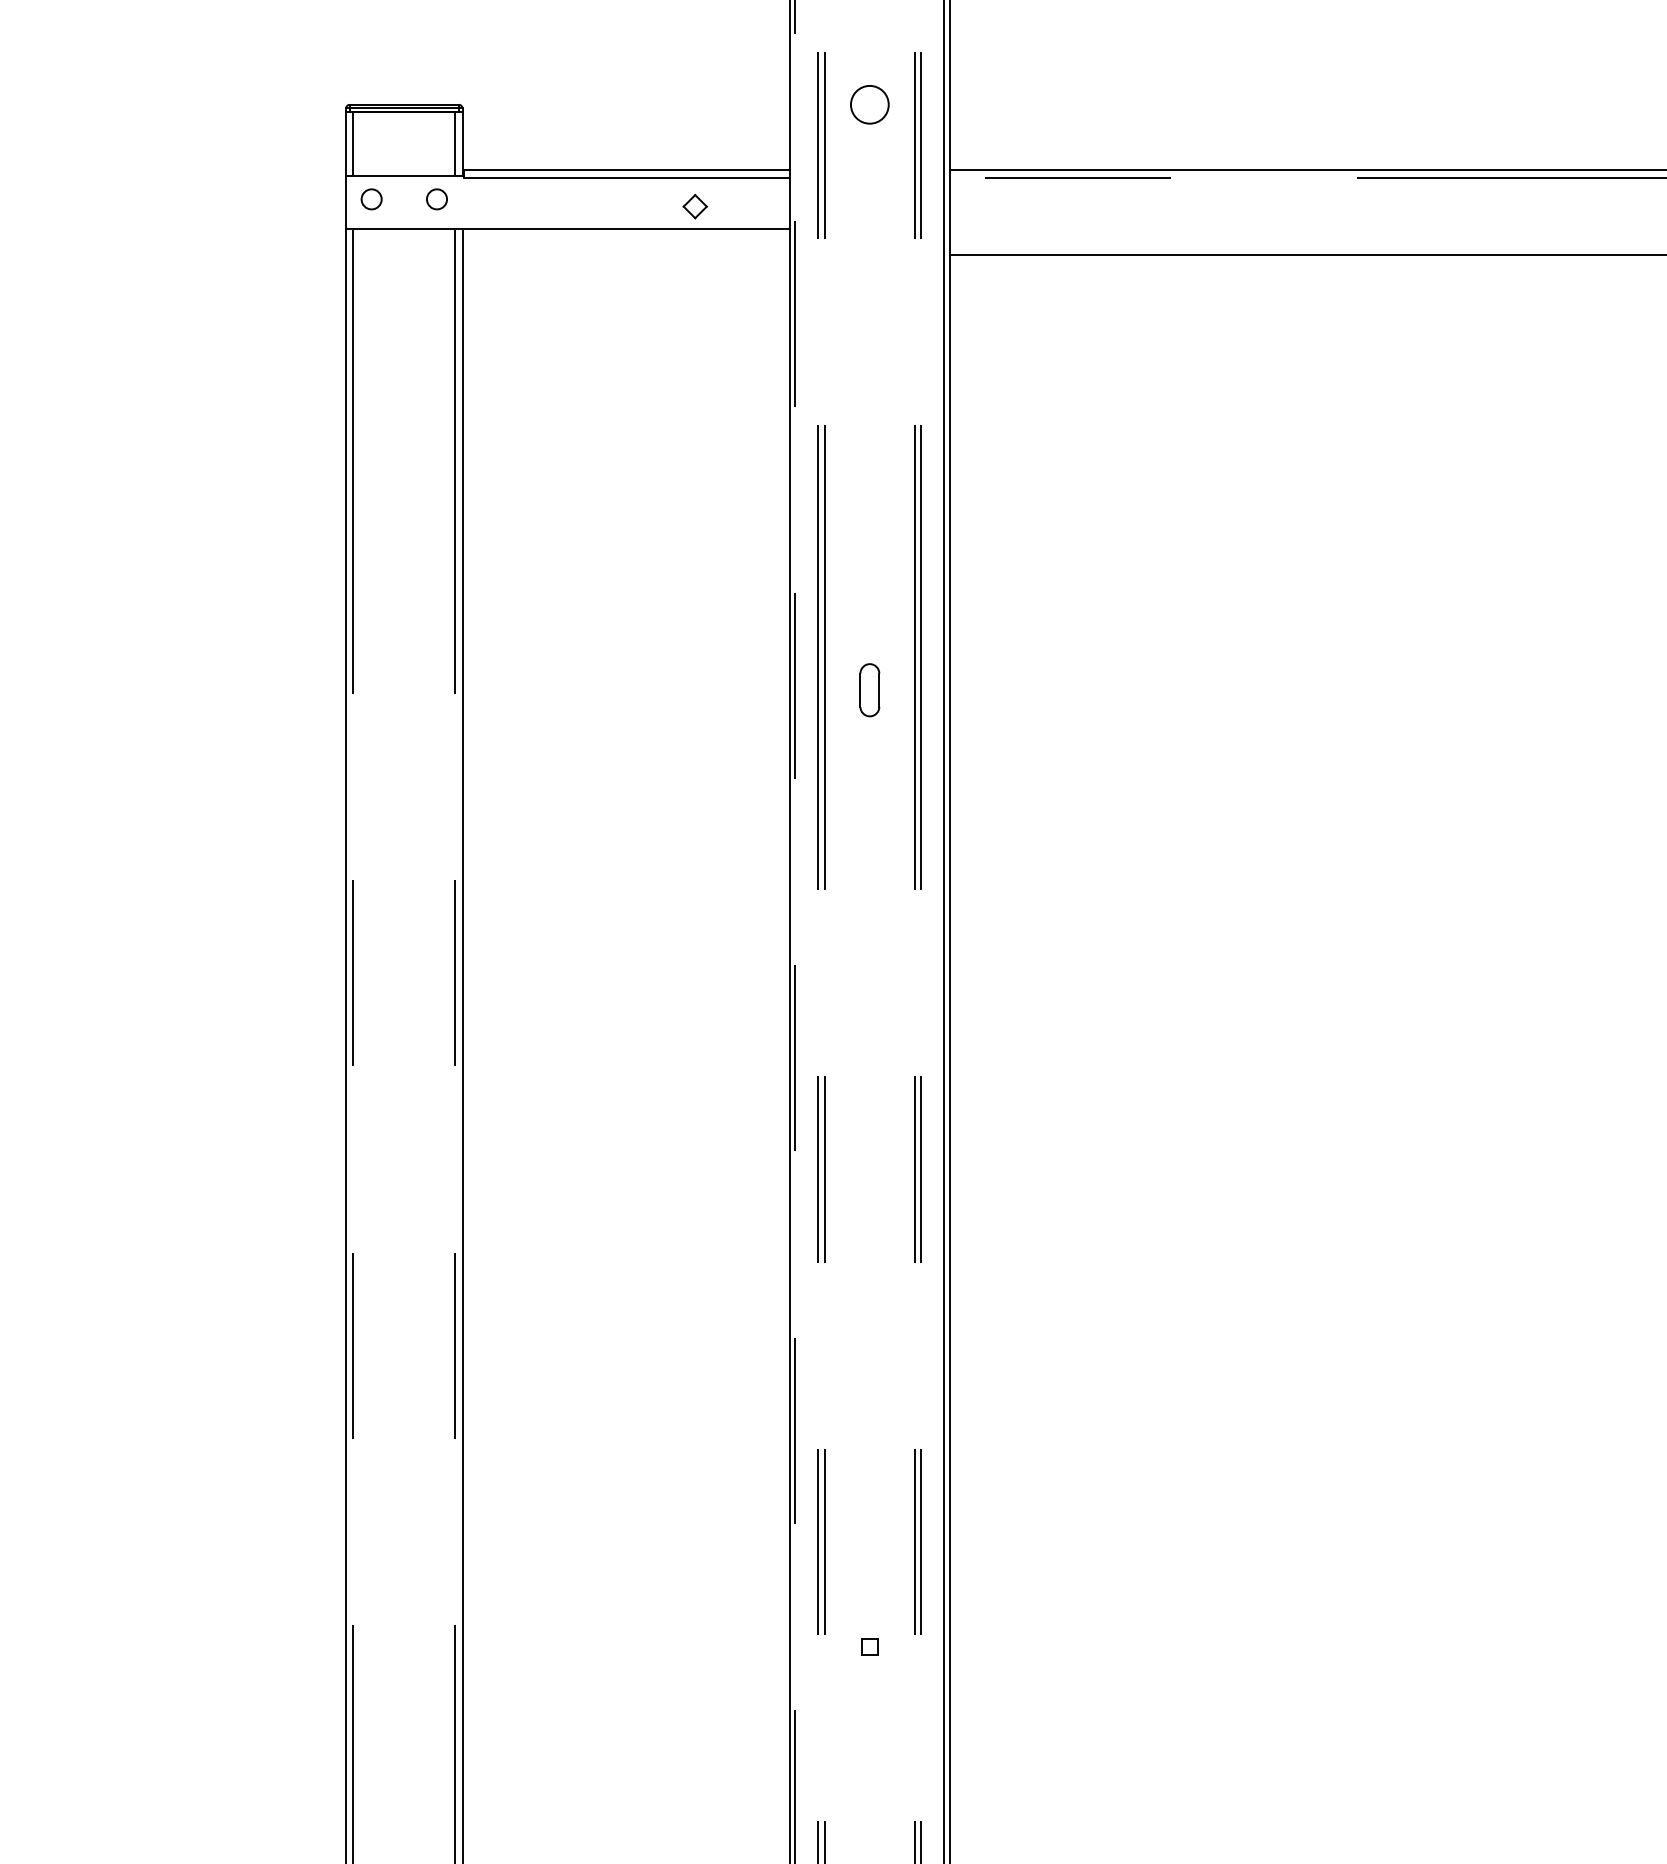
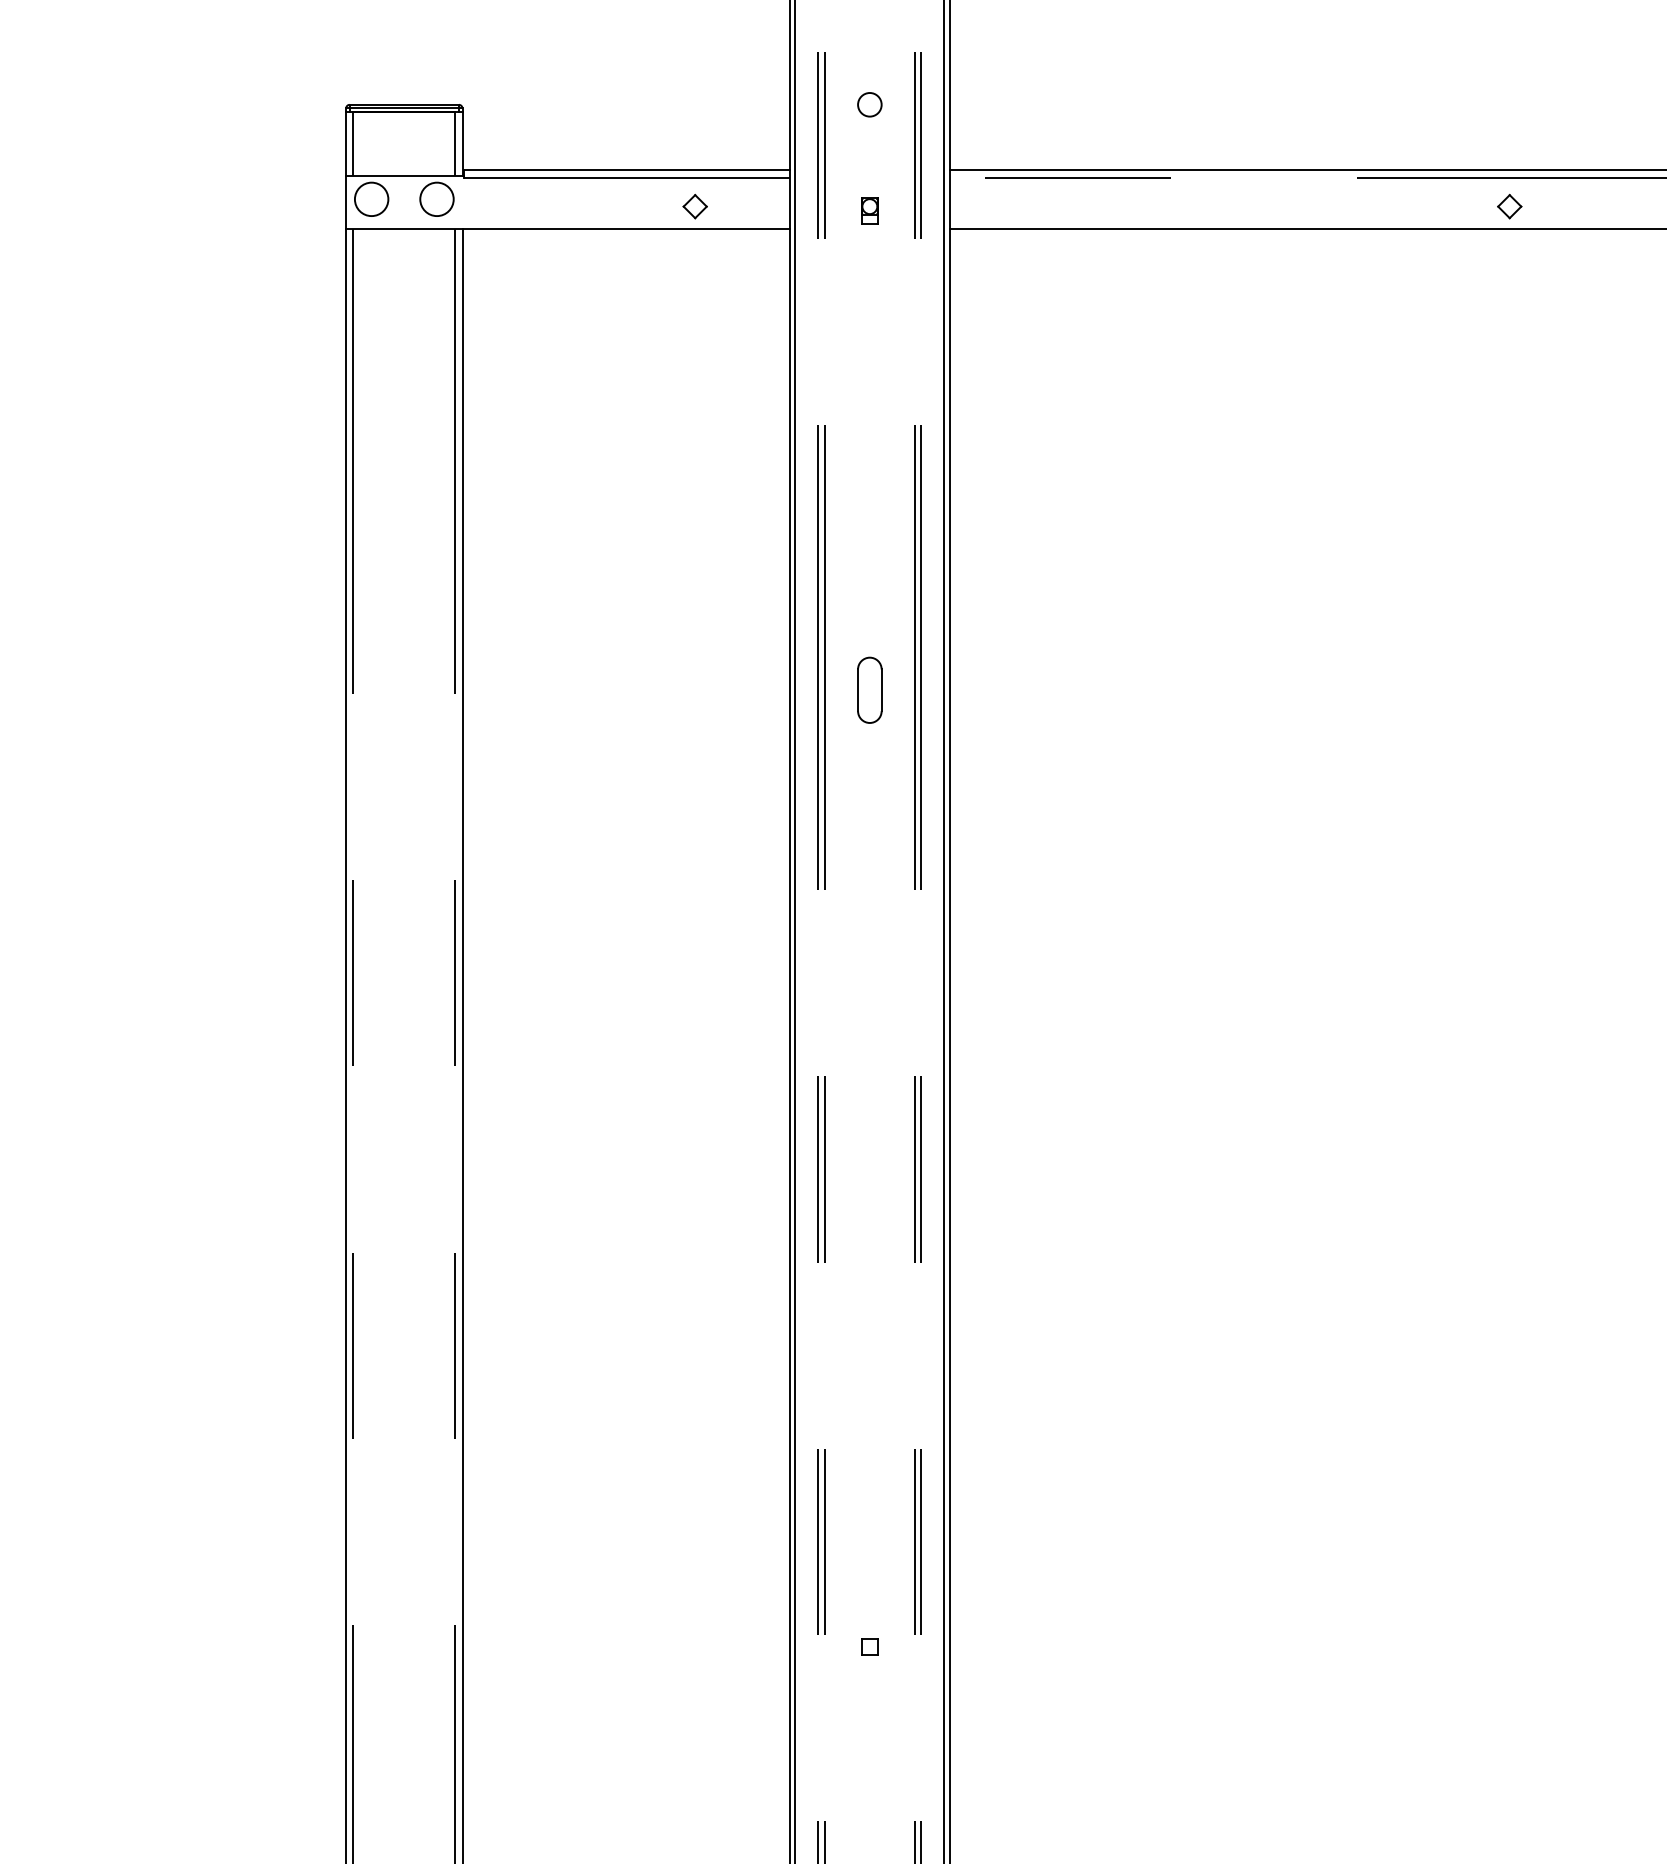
circle at (869, 104) diameter: 38 px -> 24 px
circle at (371, 199) diameter: 20 px -> 33 px
circle at (436, 199) diameter: 20 px -> 33 px
part at (1509, 206): none -> present
part at (869, 210): none -> present
line at (1306, 254) position: (1306, 254) -> (1306, 228)
part at (869, 690) size: 22x55 px -> 26x68 px
line at (795, 931): dashed -> solid
